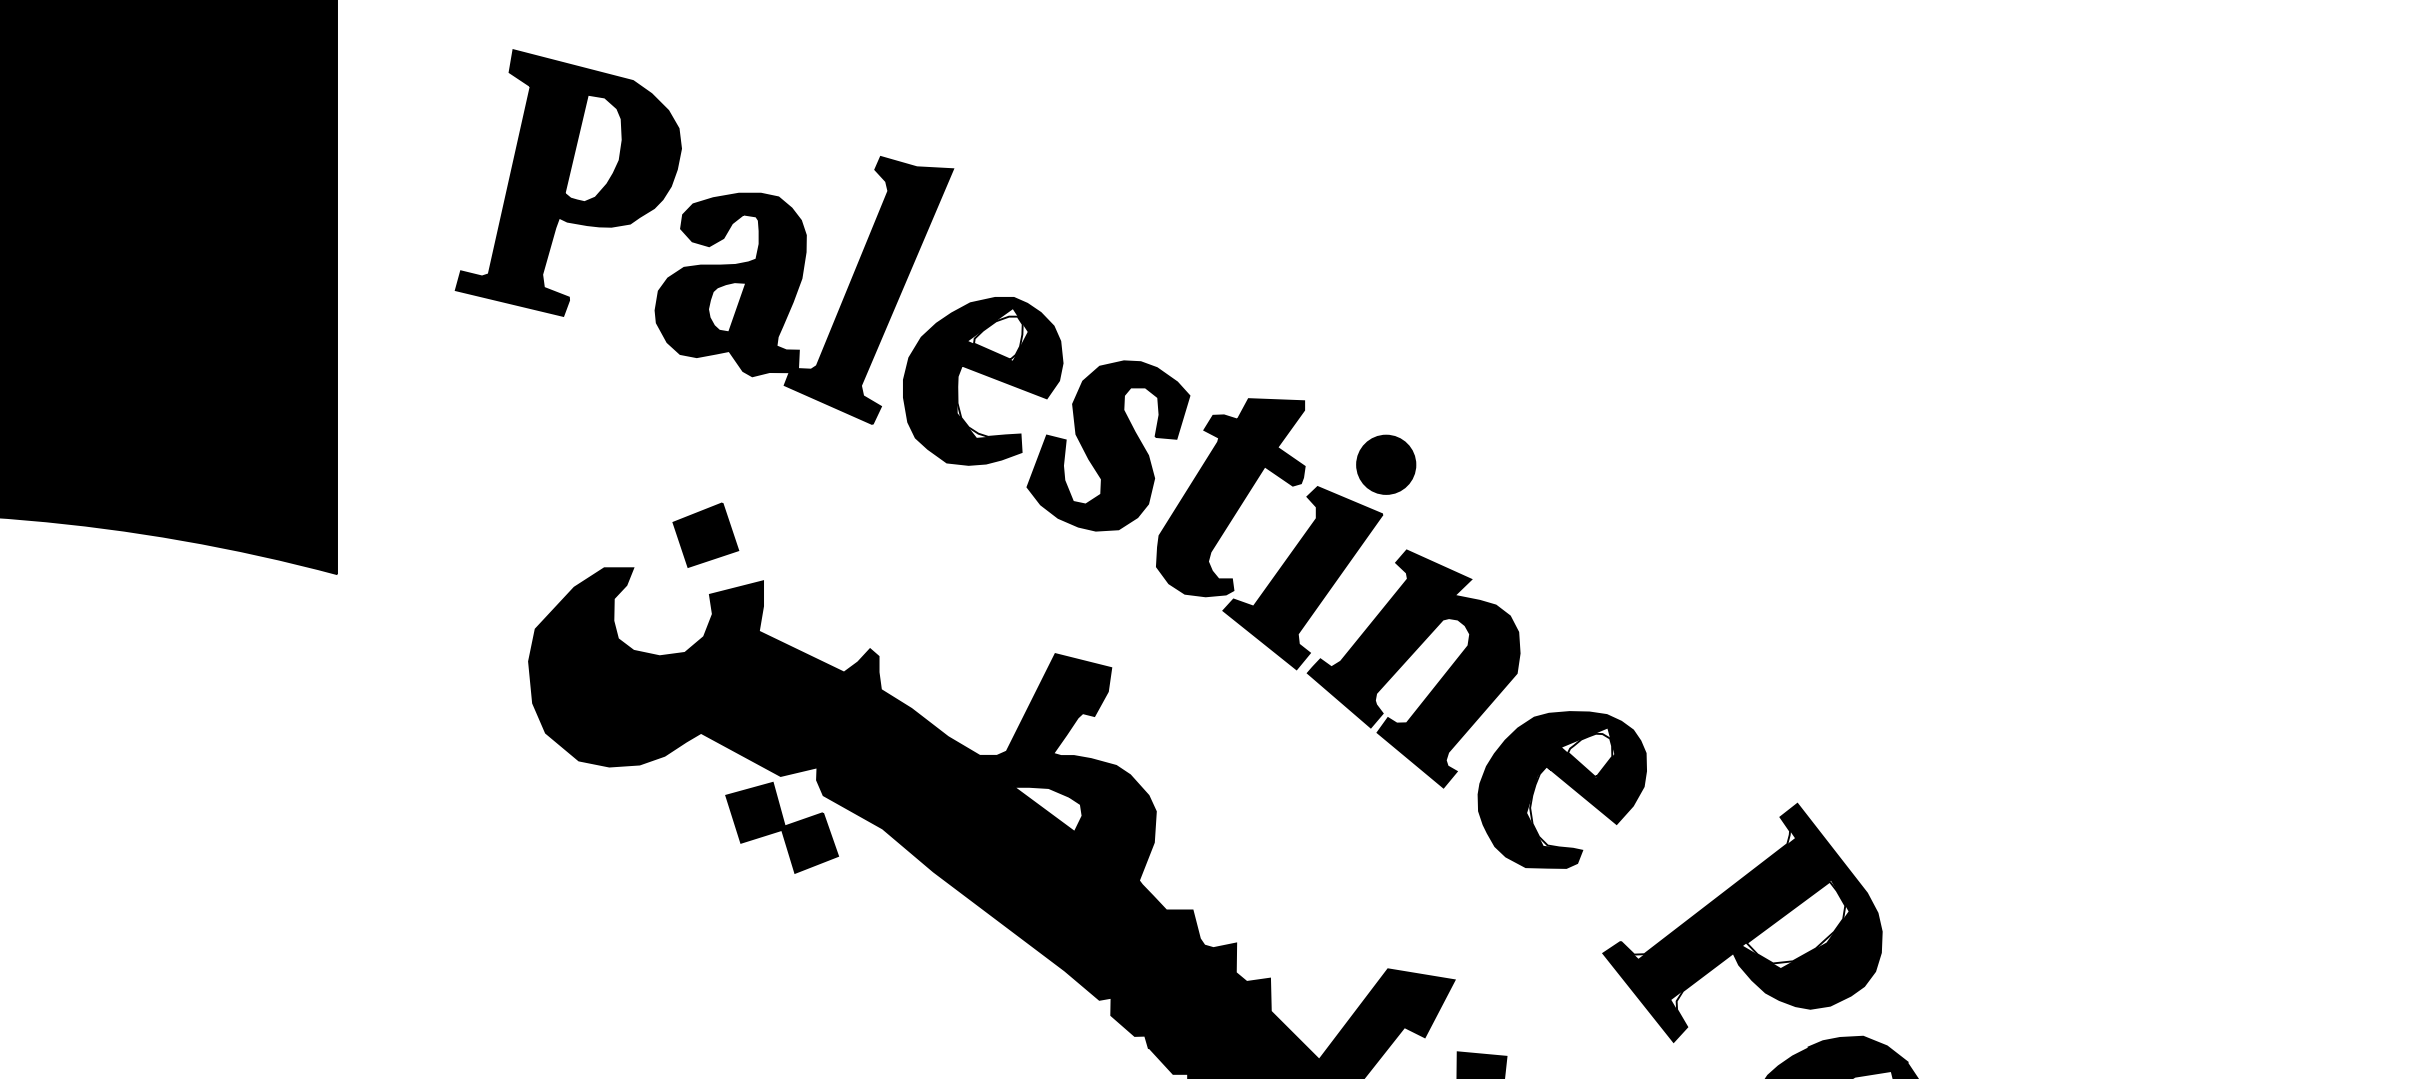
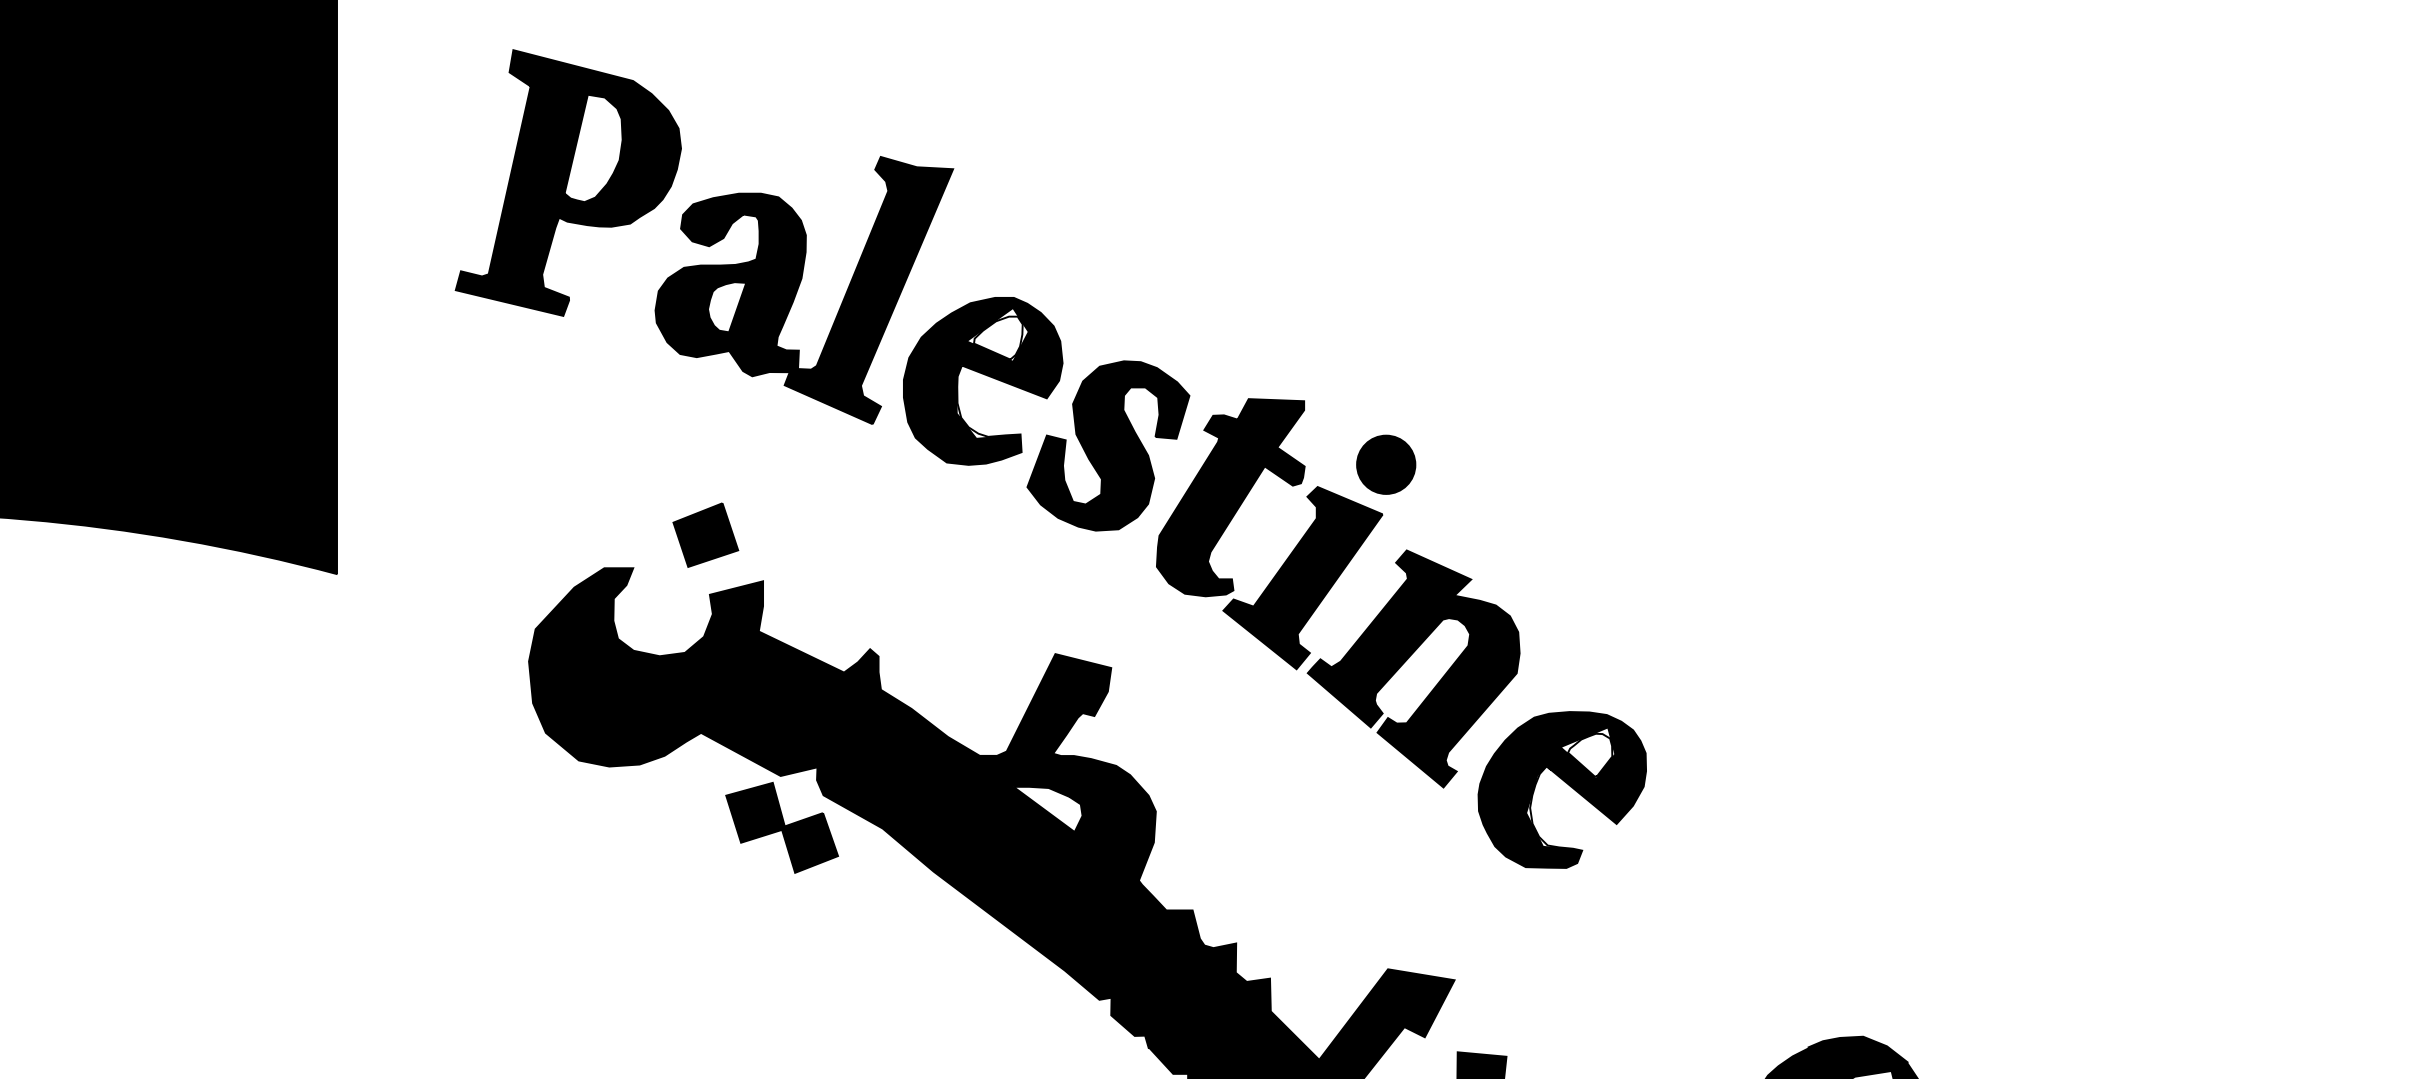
part at (1742, 922): present -> none
